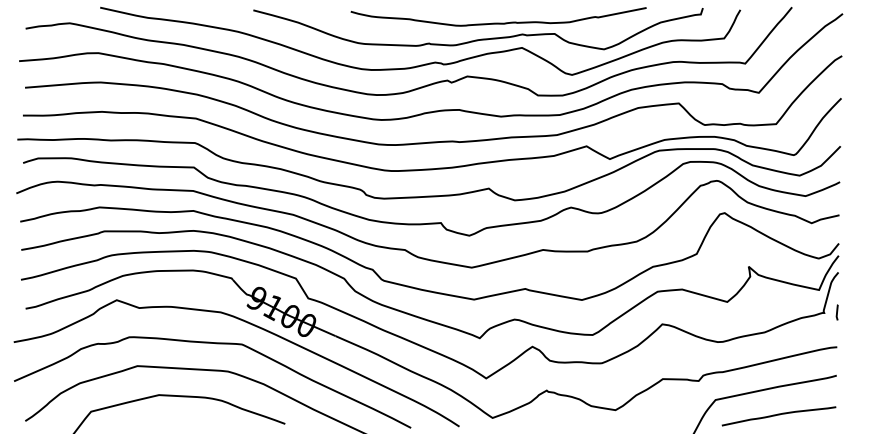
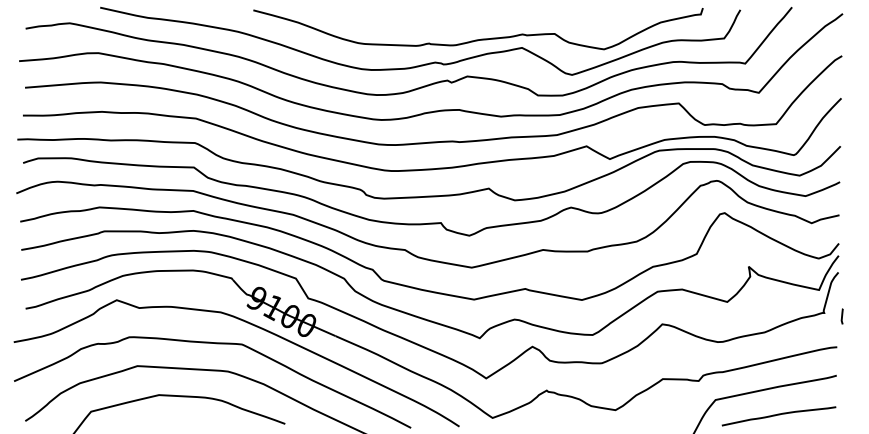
curve at (498, 22): present -> none
line at (836, 312) position: (836, 312) -> (841, 316)
